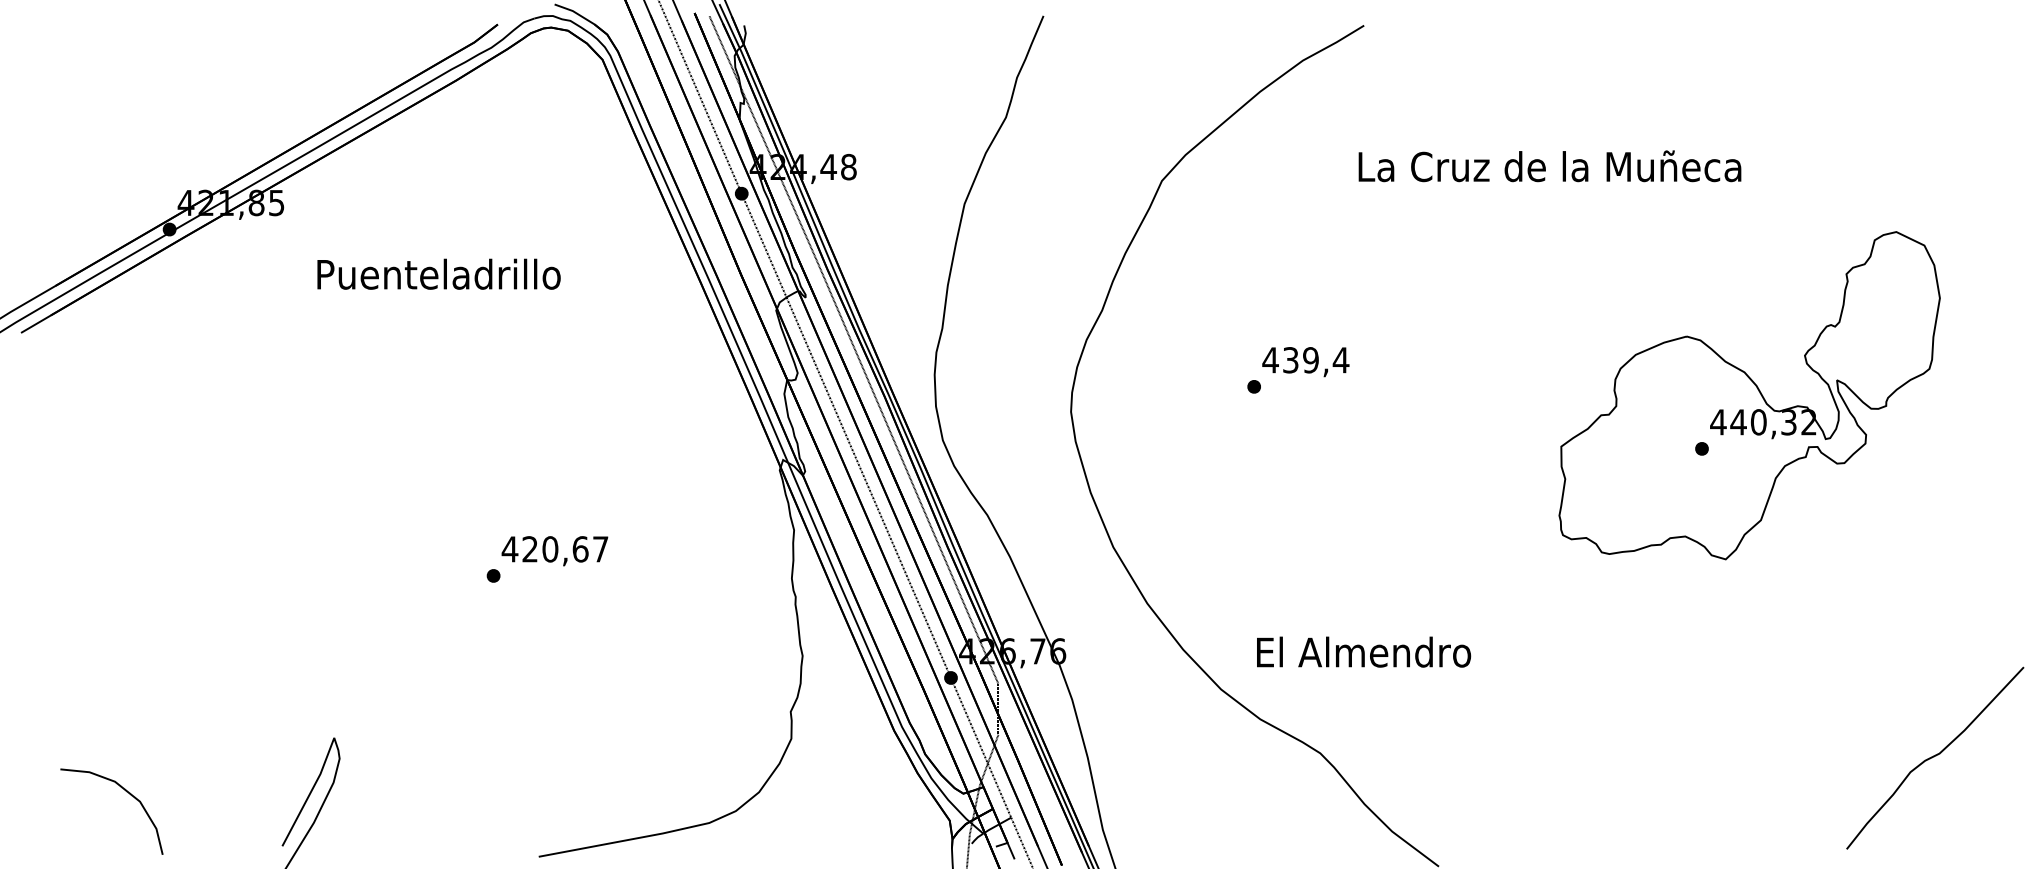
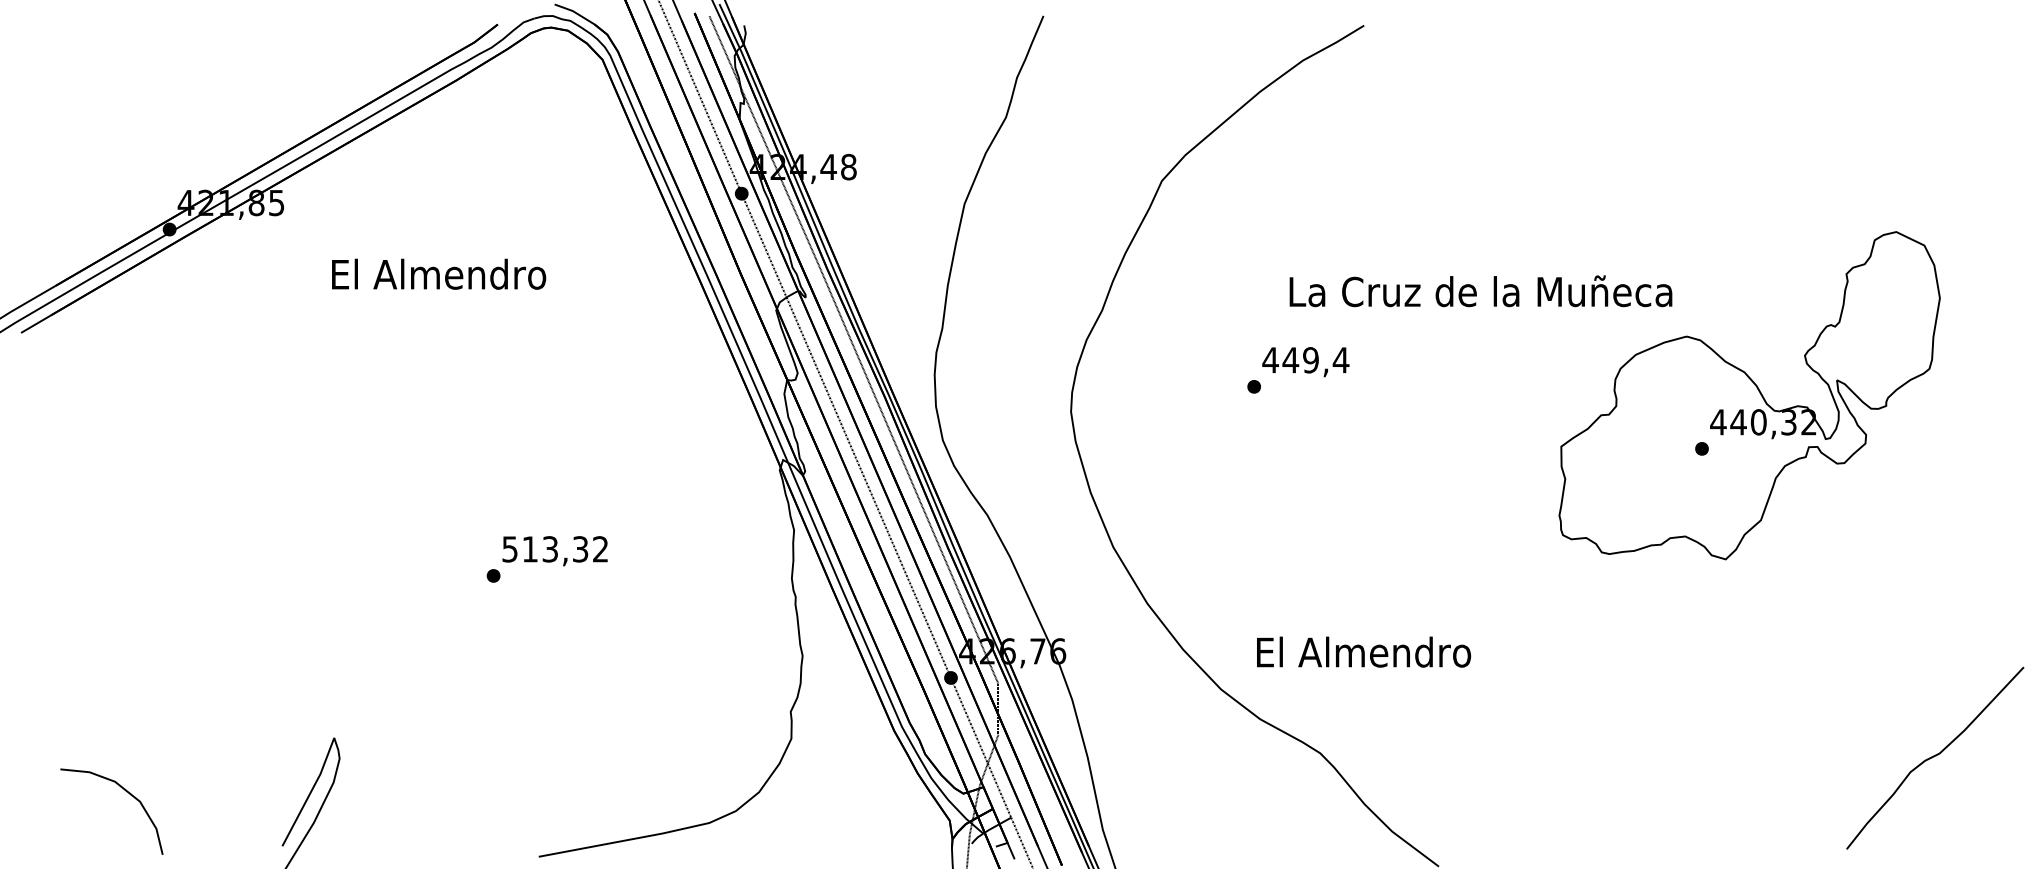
text at (1549, 166) position: (1549, 166) -> (1480, 291)
text at (438, 273): Puenteladrillo -> El Almendro
text at (1290, 360): 439,4 -> 449,4
text at (554, 549): 420,67 -> 513,32
